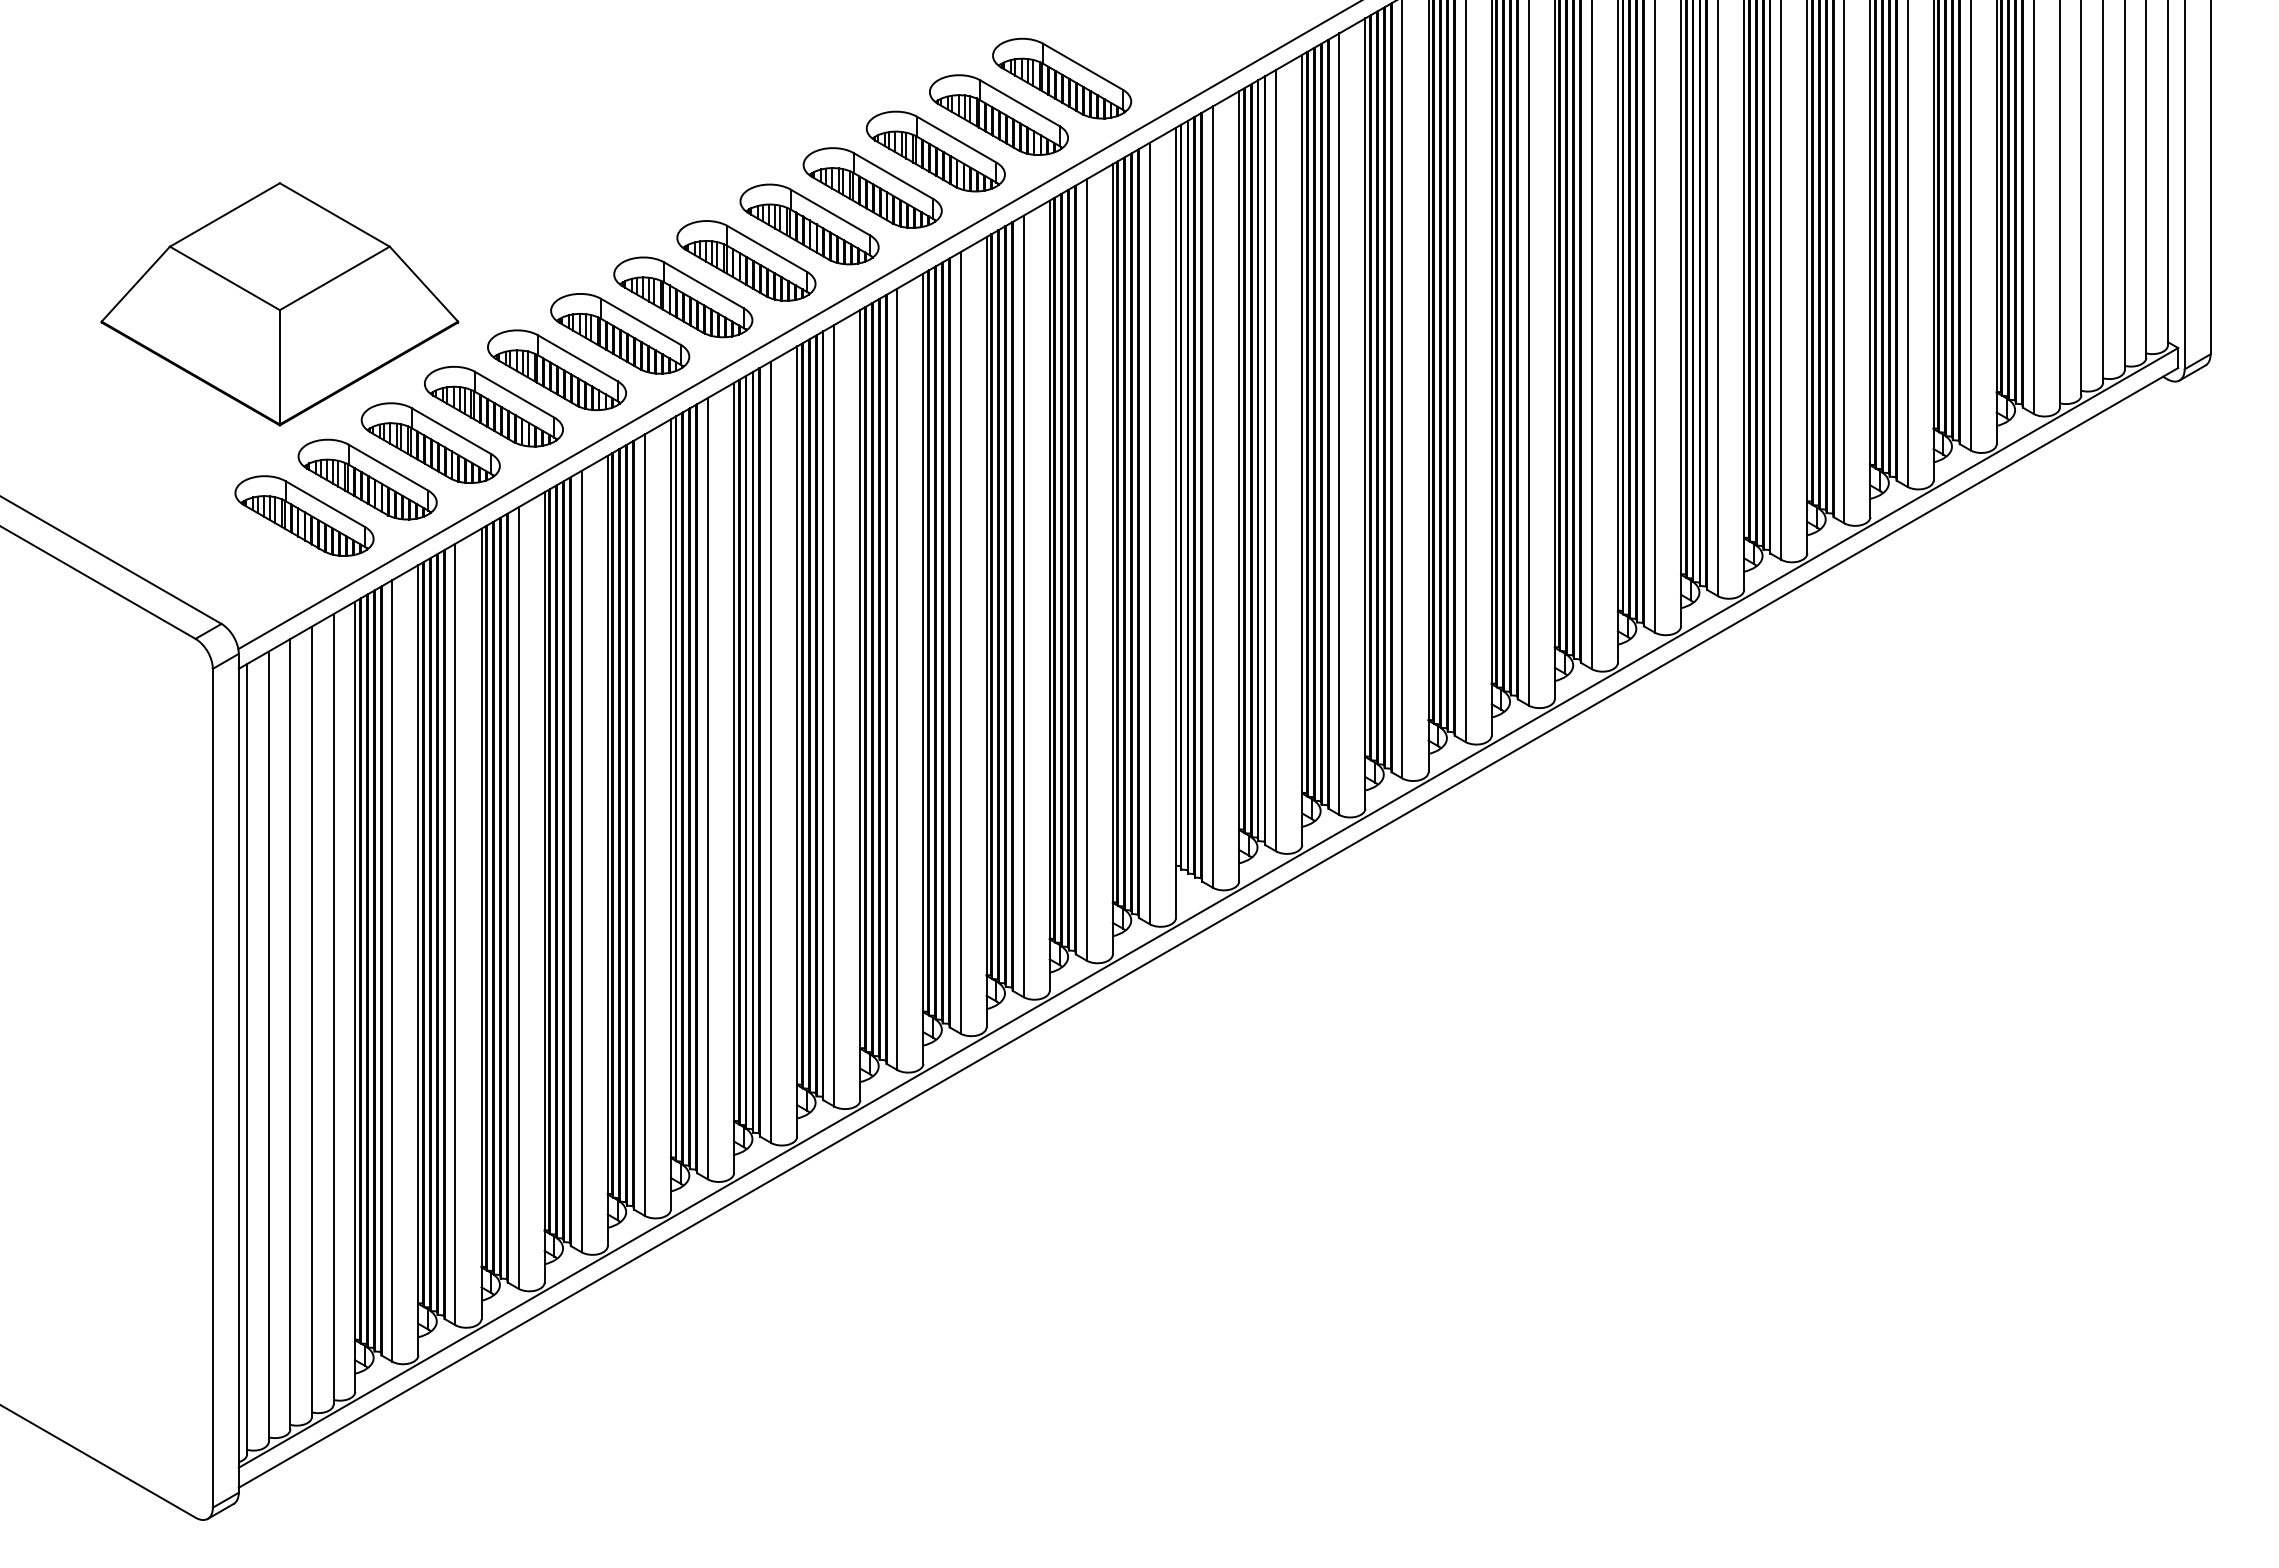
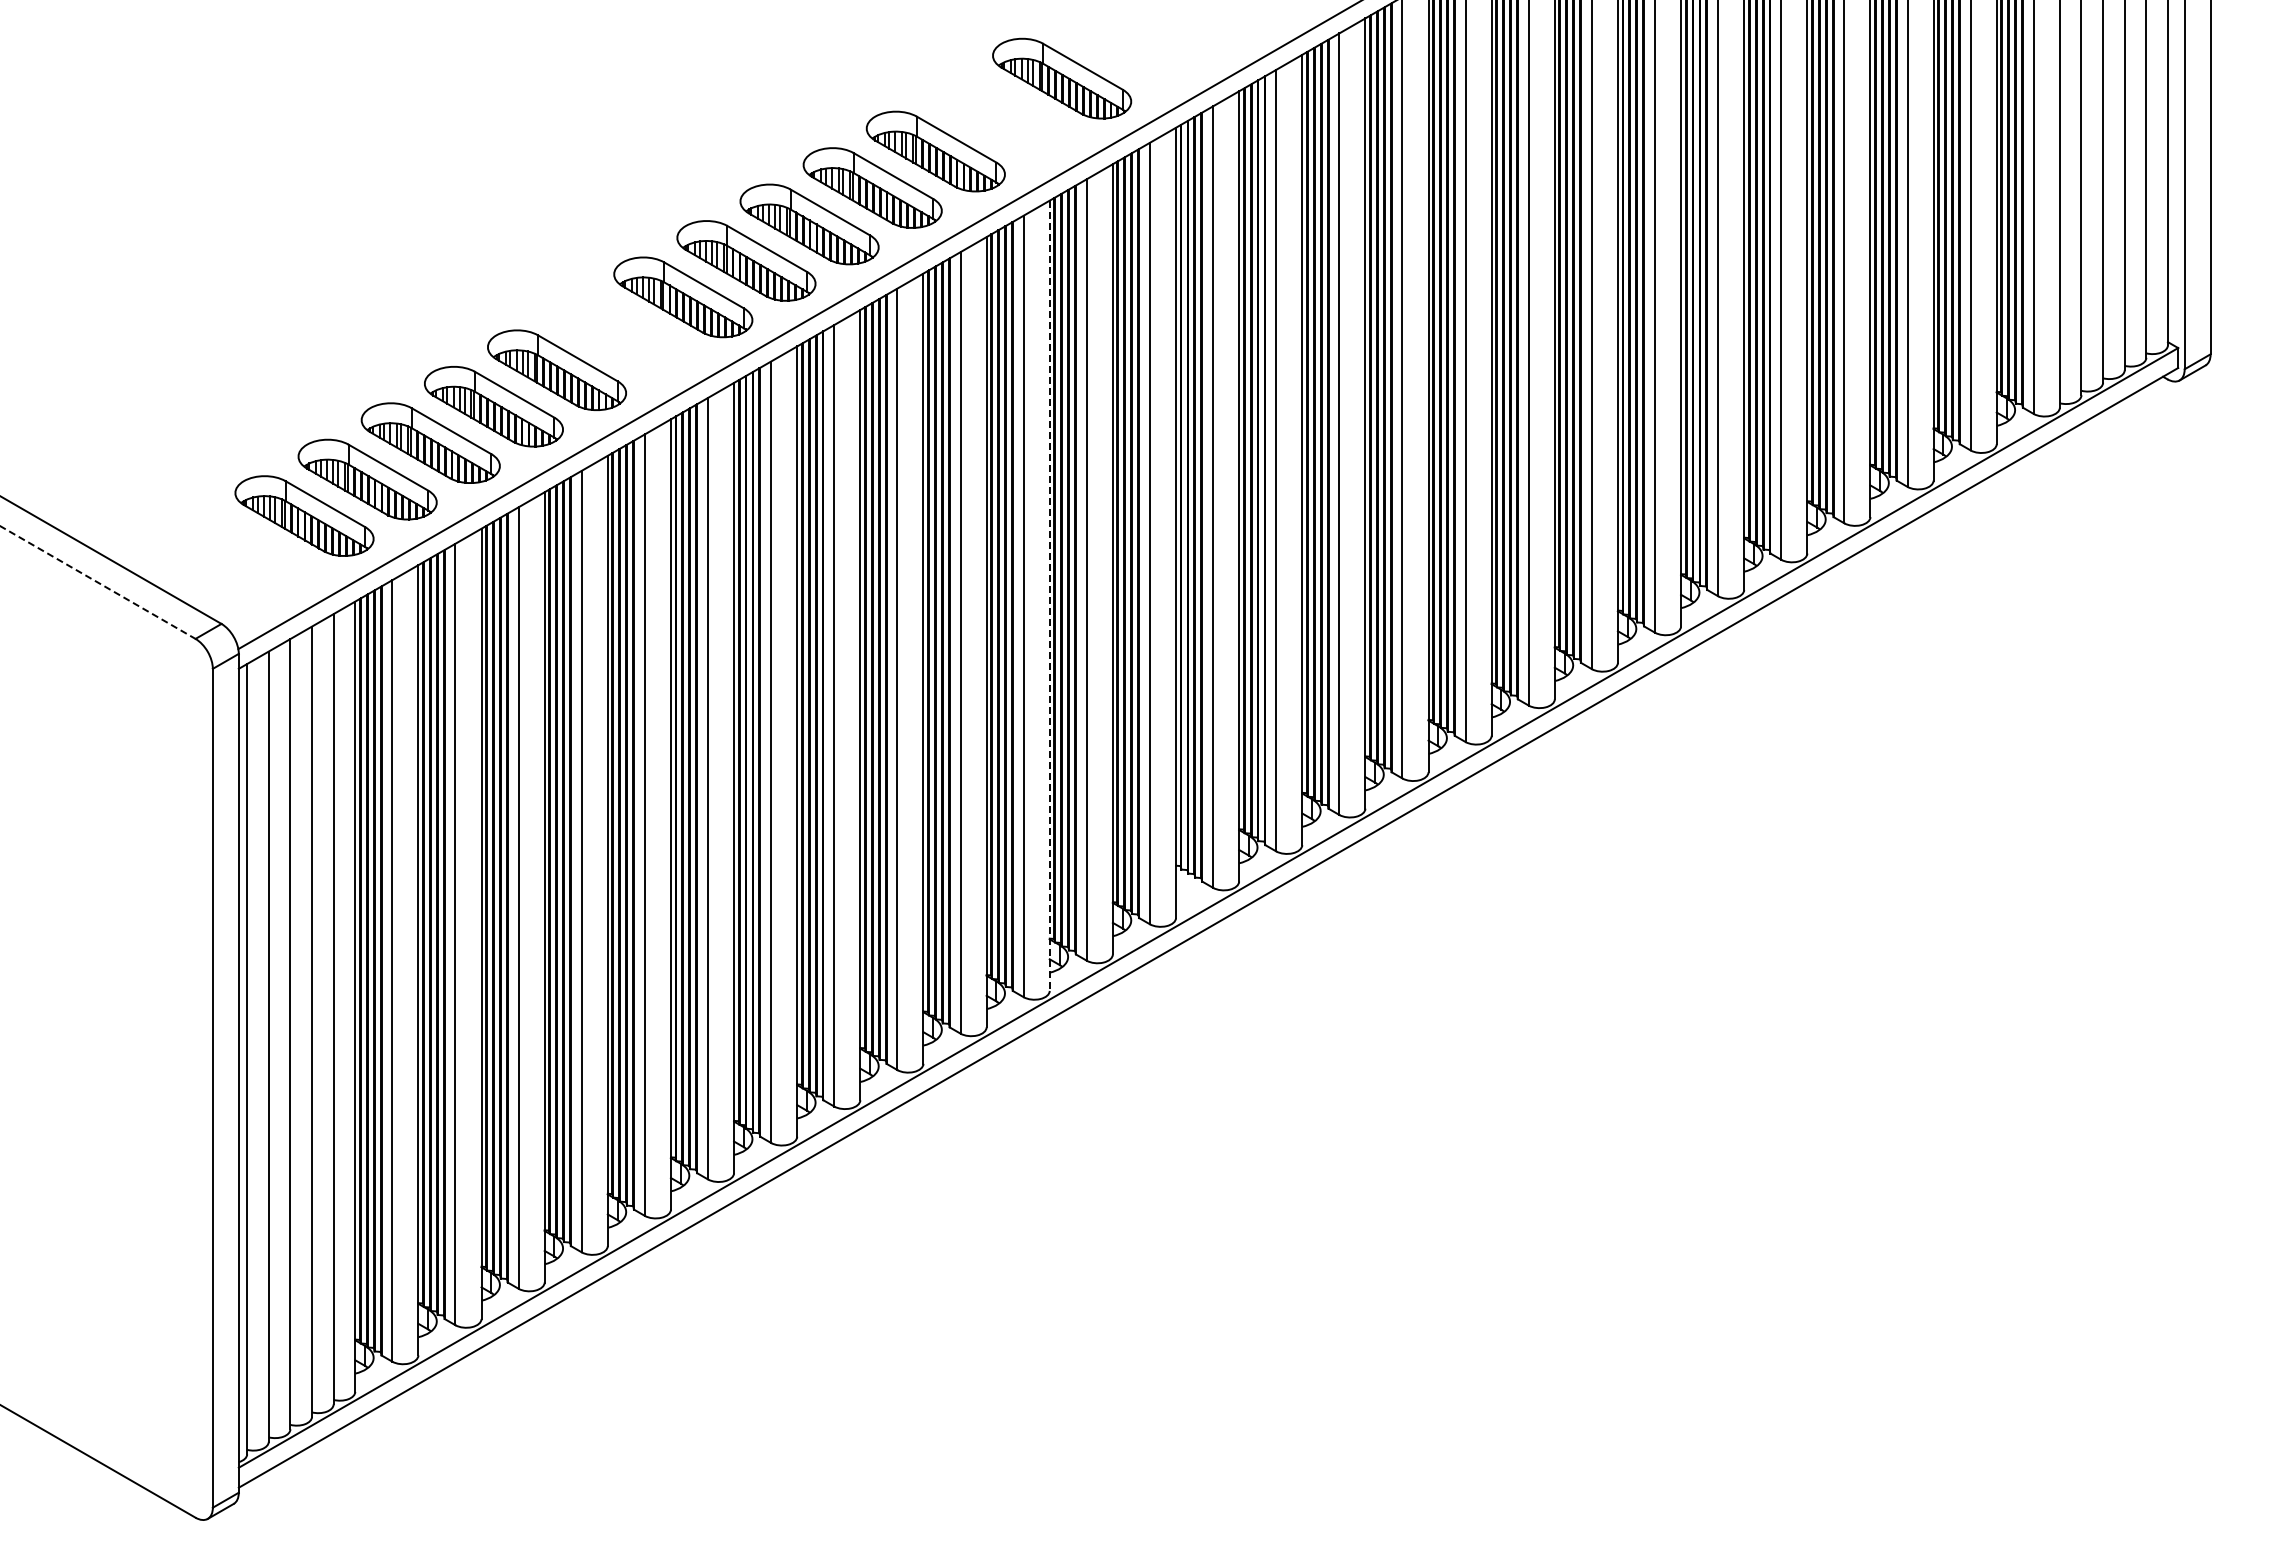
part at (998, 114): present -> none
part at (279, 304): present -> none
part at (620, 333): present -> none
line at (98, 582): solid -> dashed
line at (1049, 596): solid -> dashed
